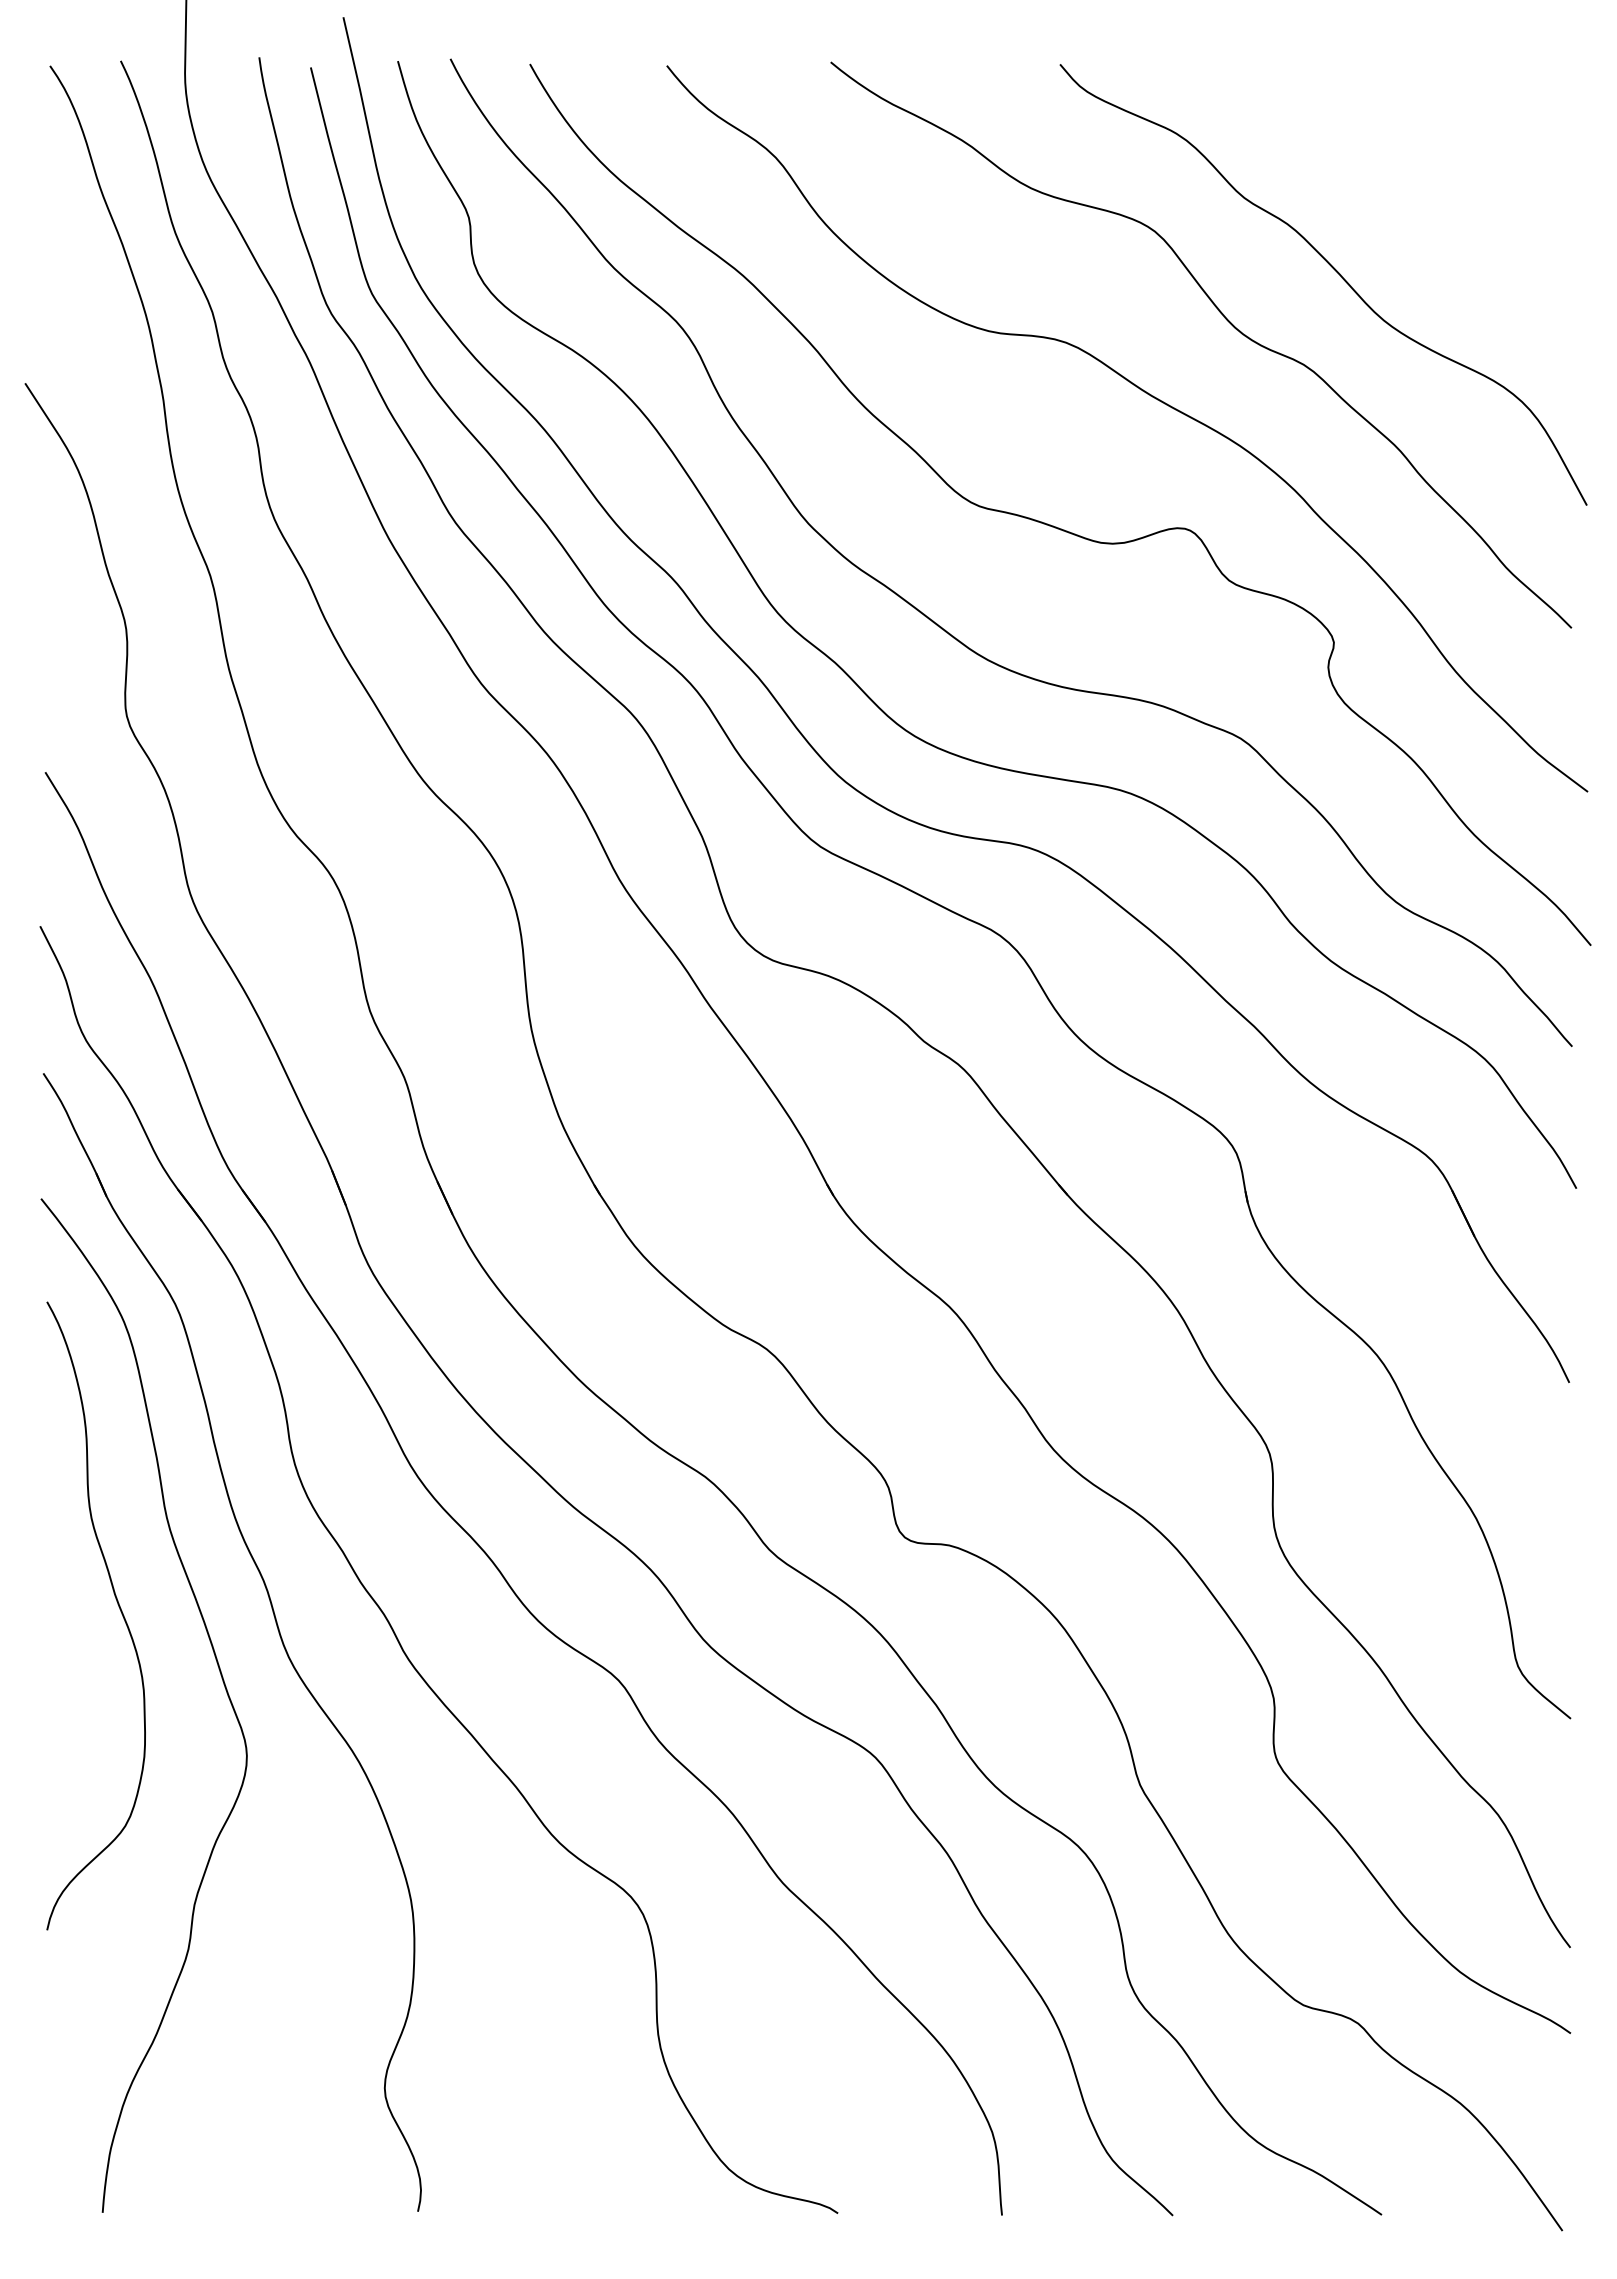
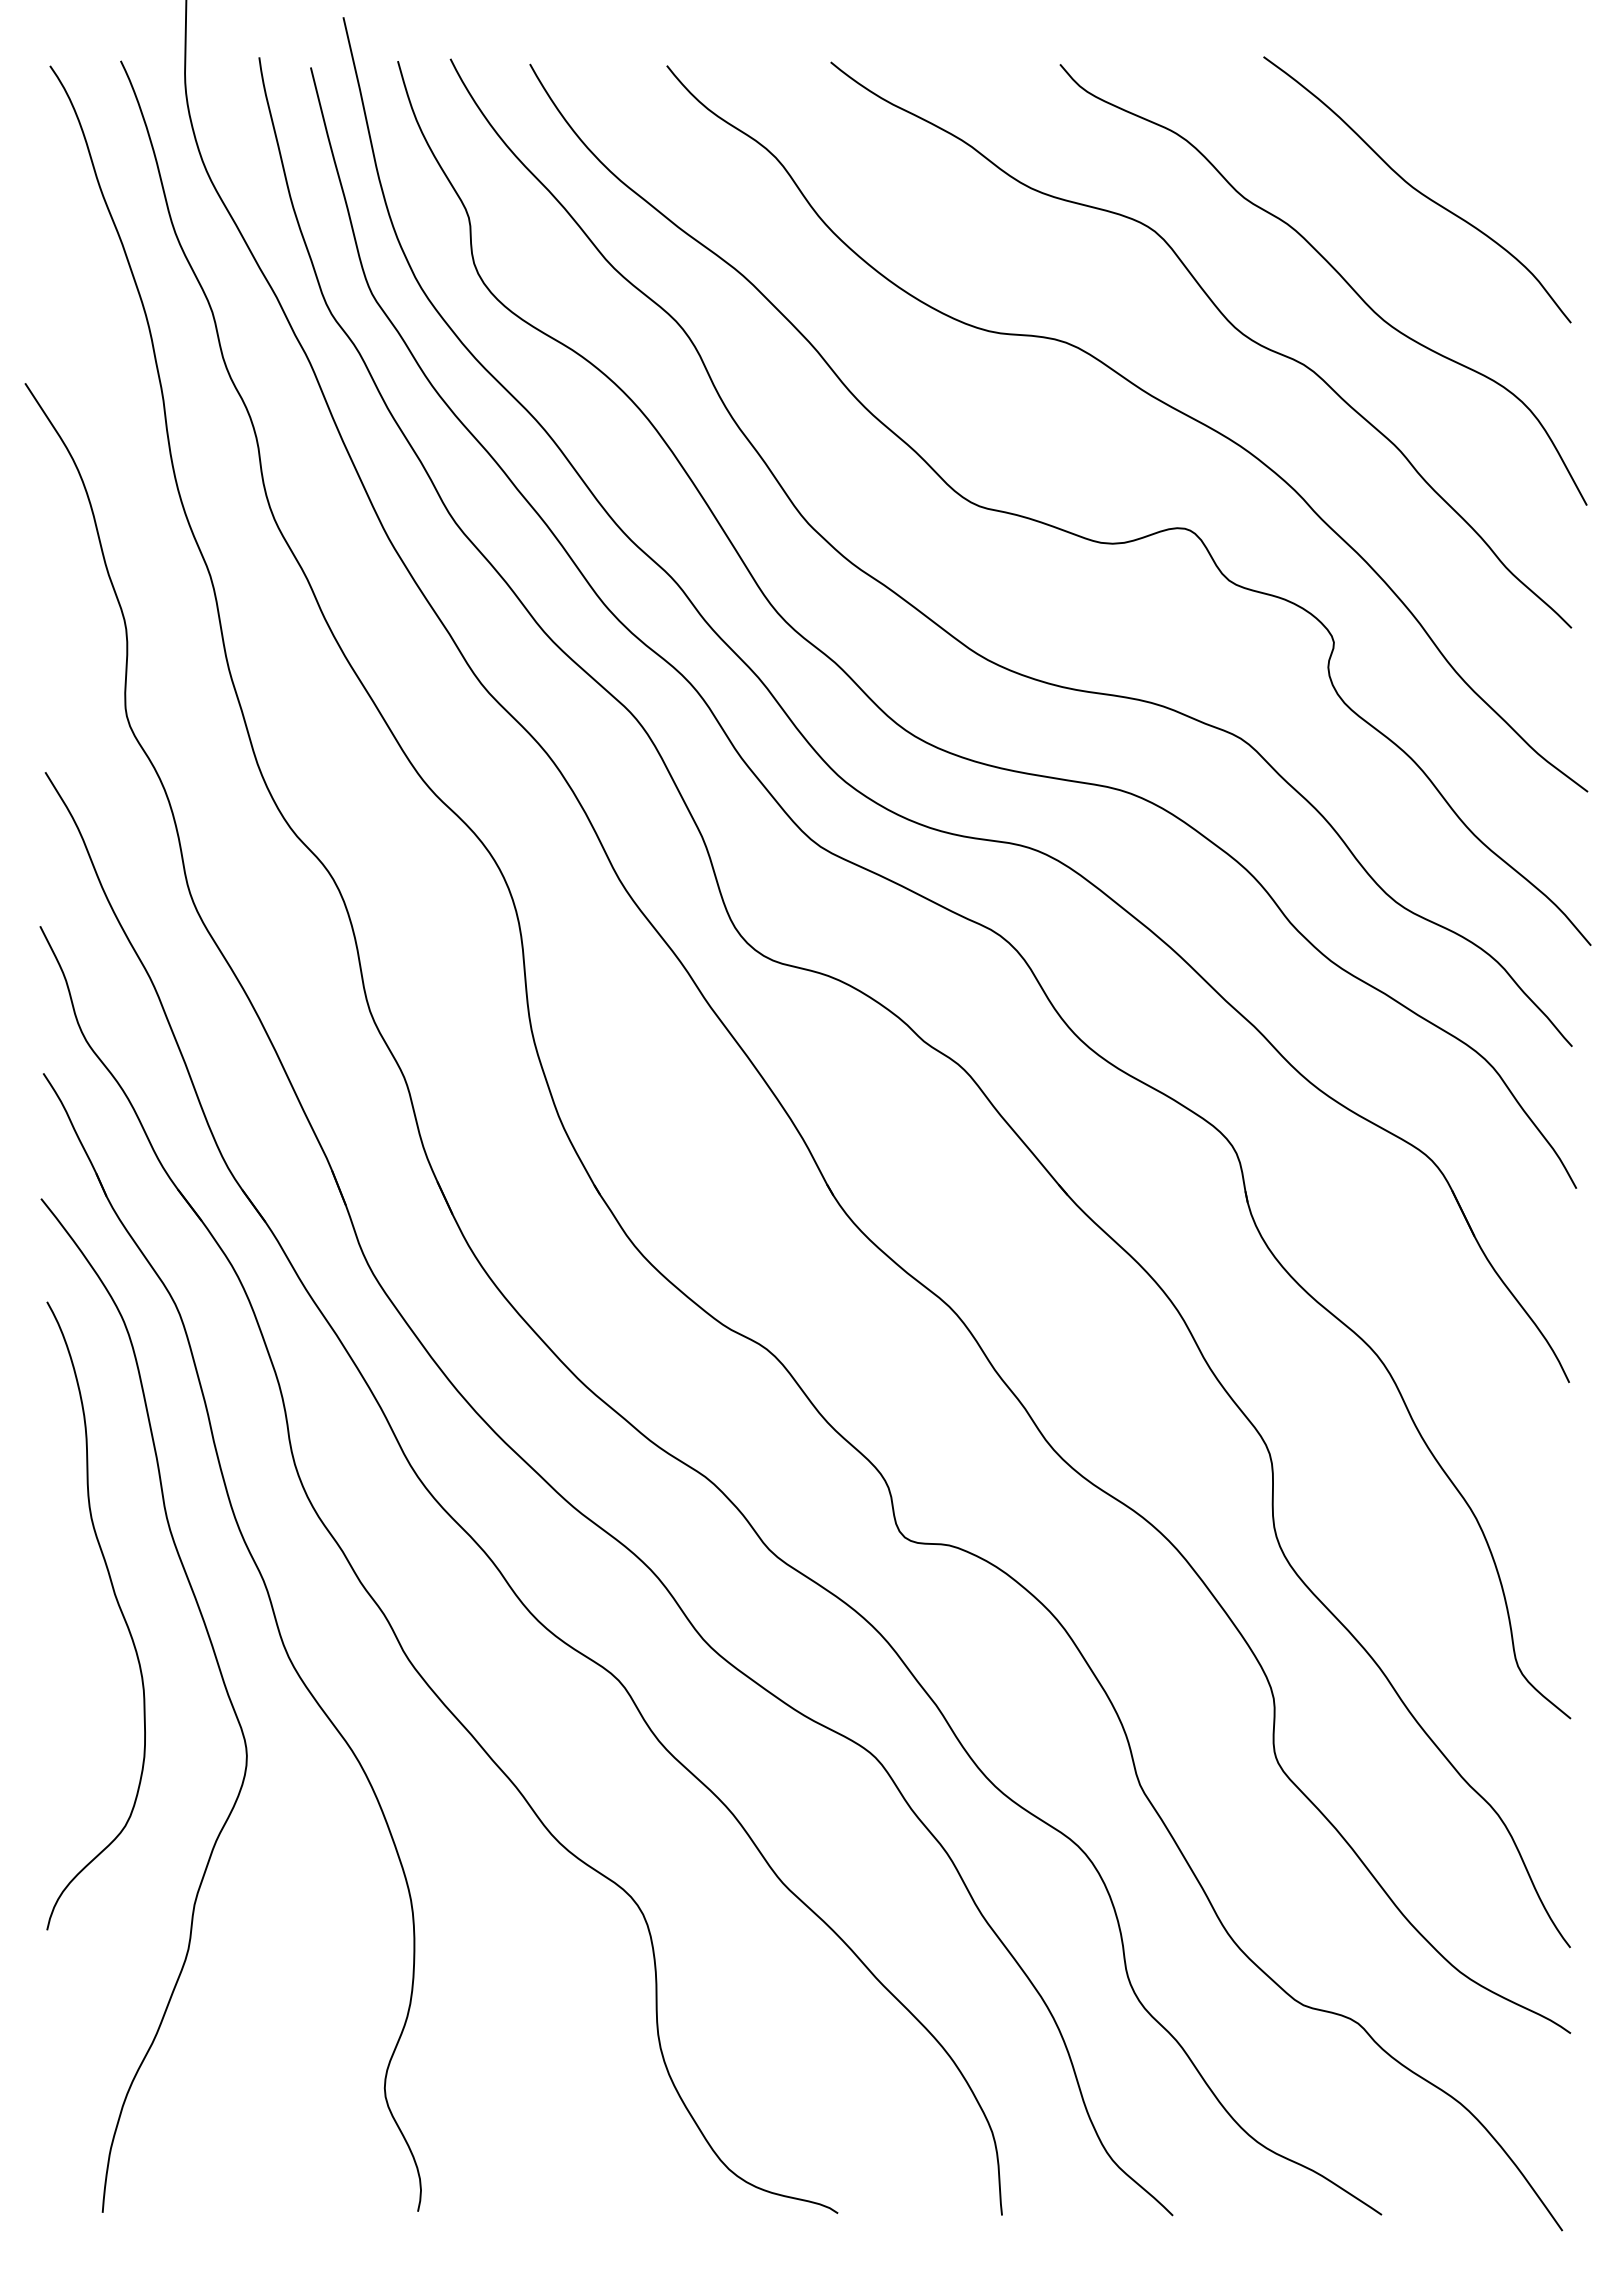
curve at (1417, 189): none -> present
